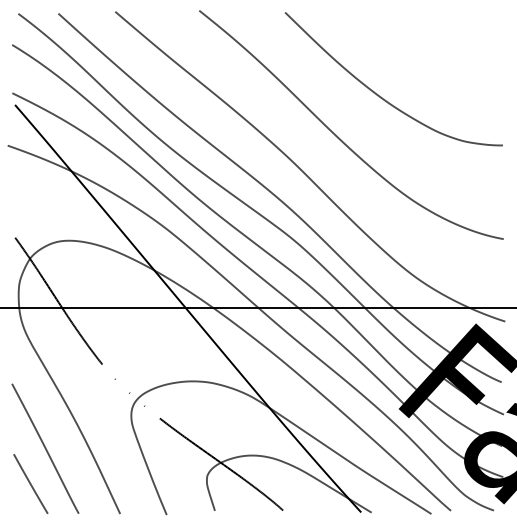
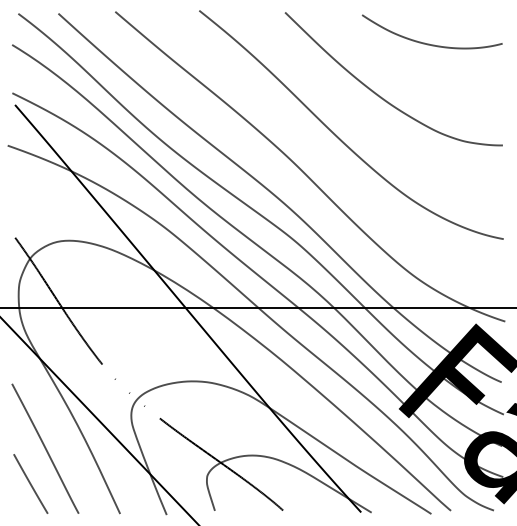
curve at (429, 43): none -> present
line at (99, 420): none -> present
